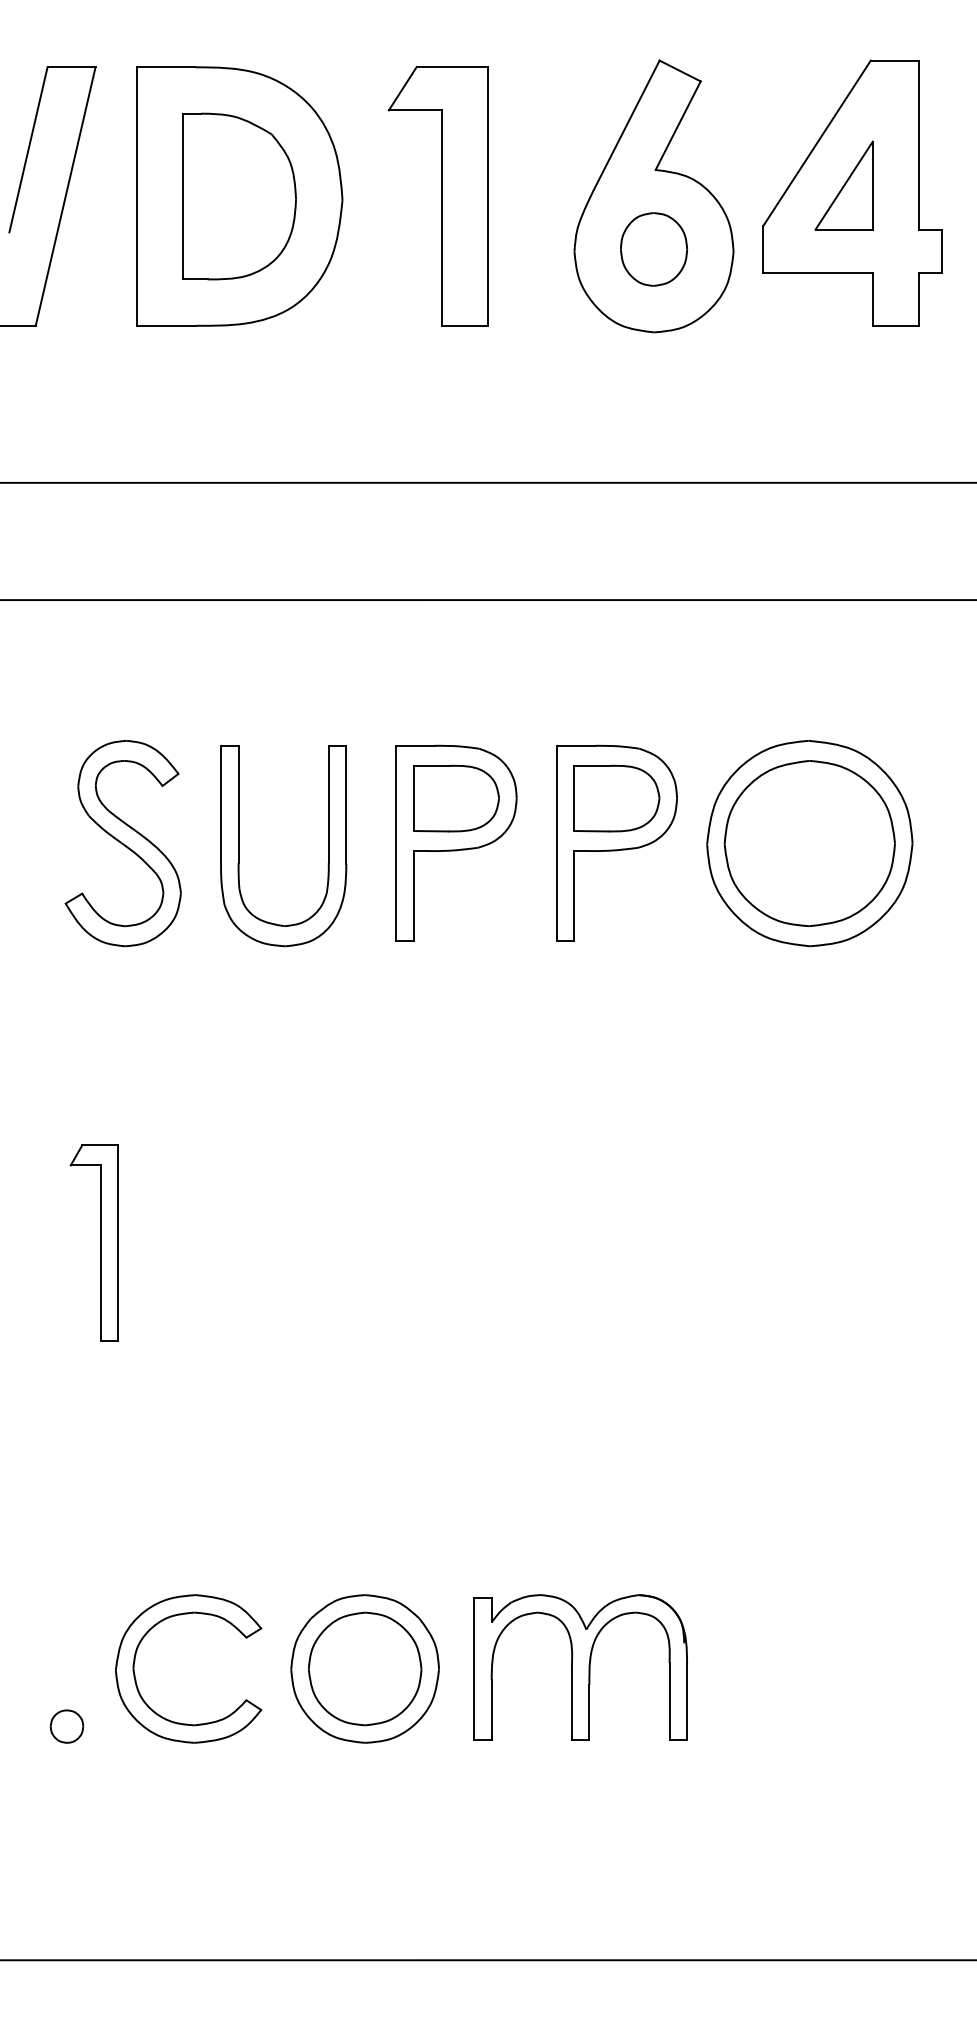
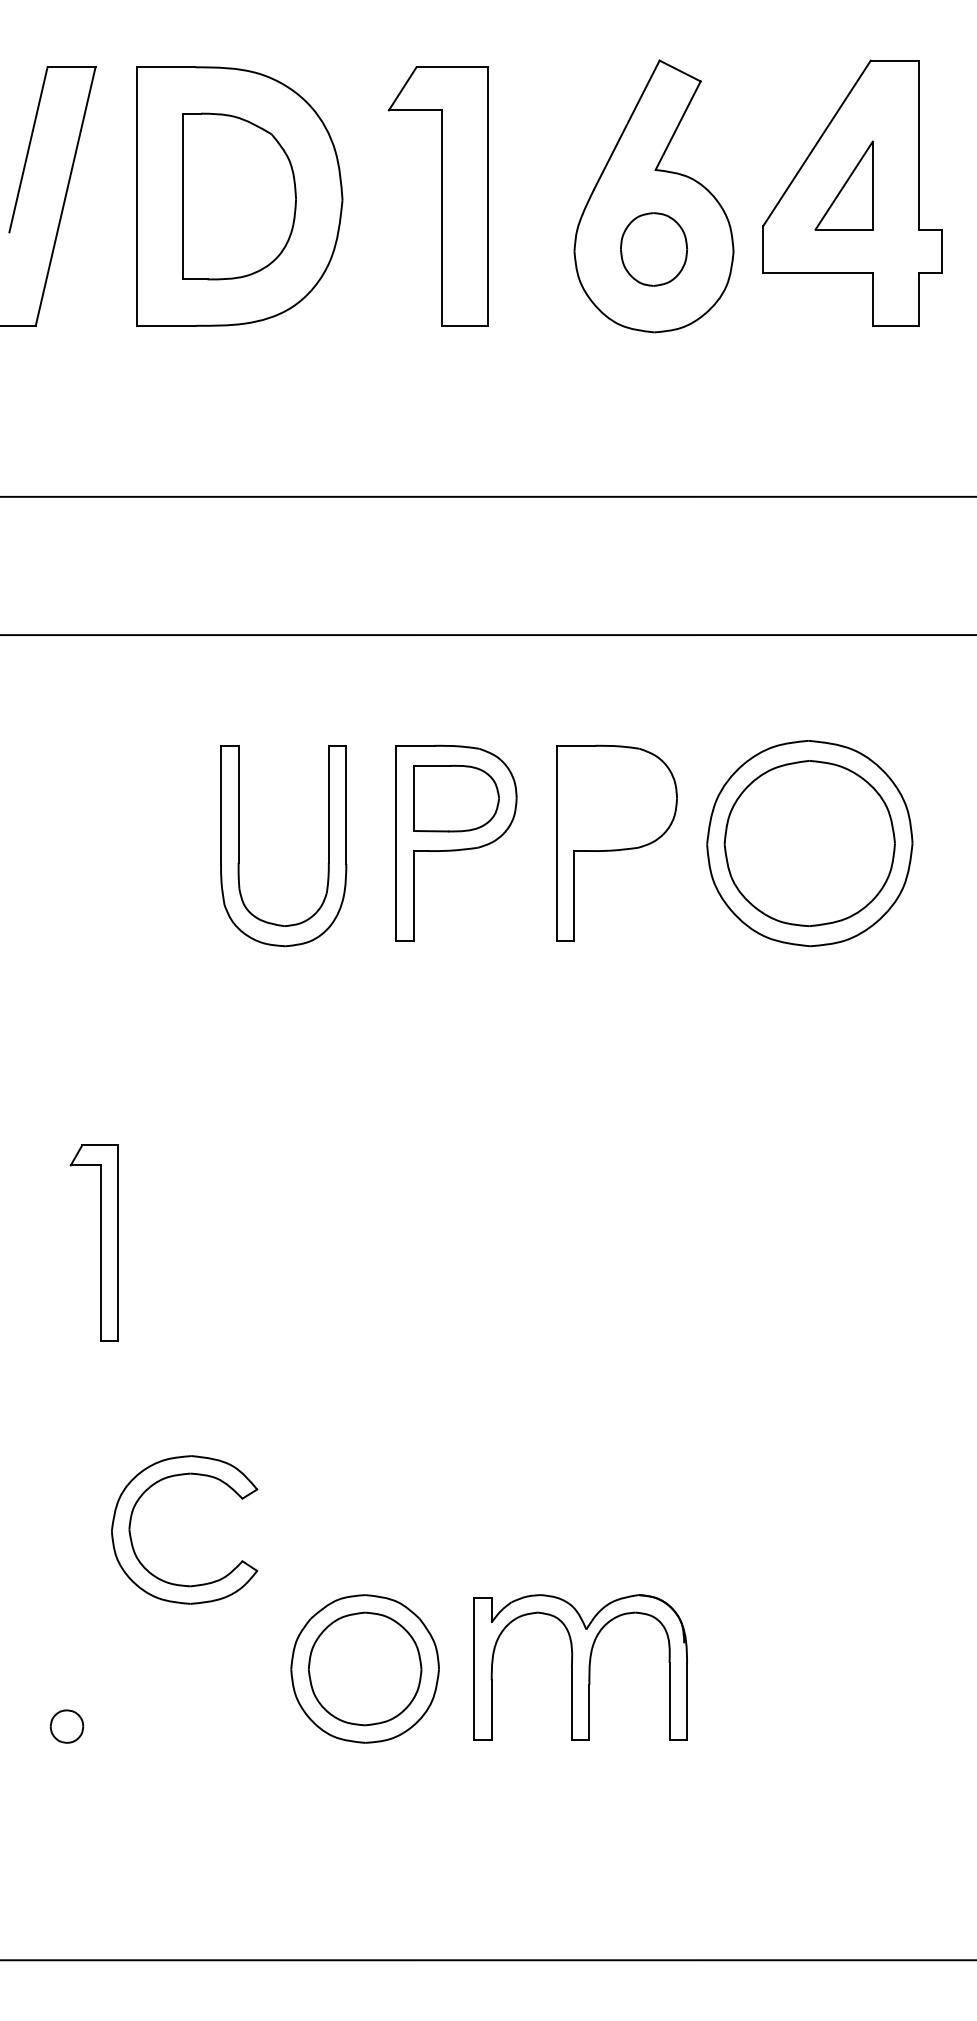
line at (487, 482) position: (487, 482) -> (487, 496)
line at (487, 600) position: (487, 600) -> (487, 635)
part at (616, 798): present -> none
part at (122, 843): present -> none
part at (136, 1679) position: (136, 1679) -> (132, 1540)
